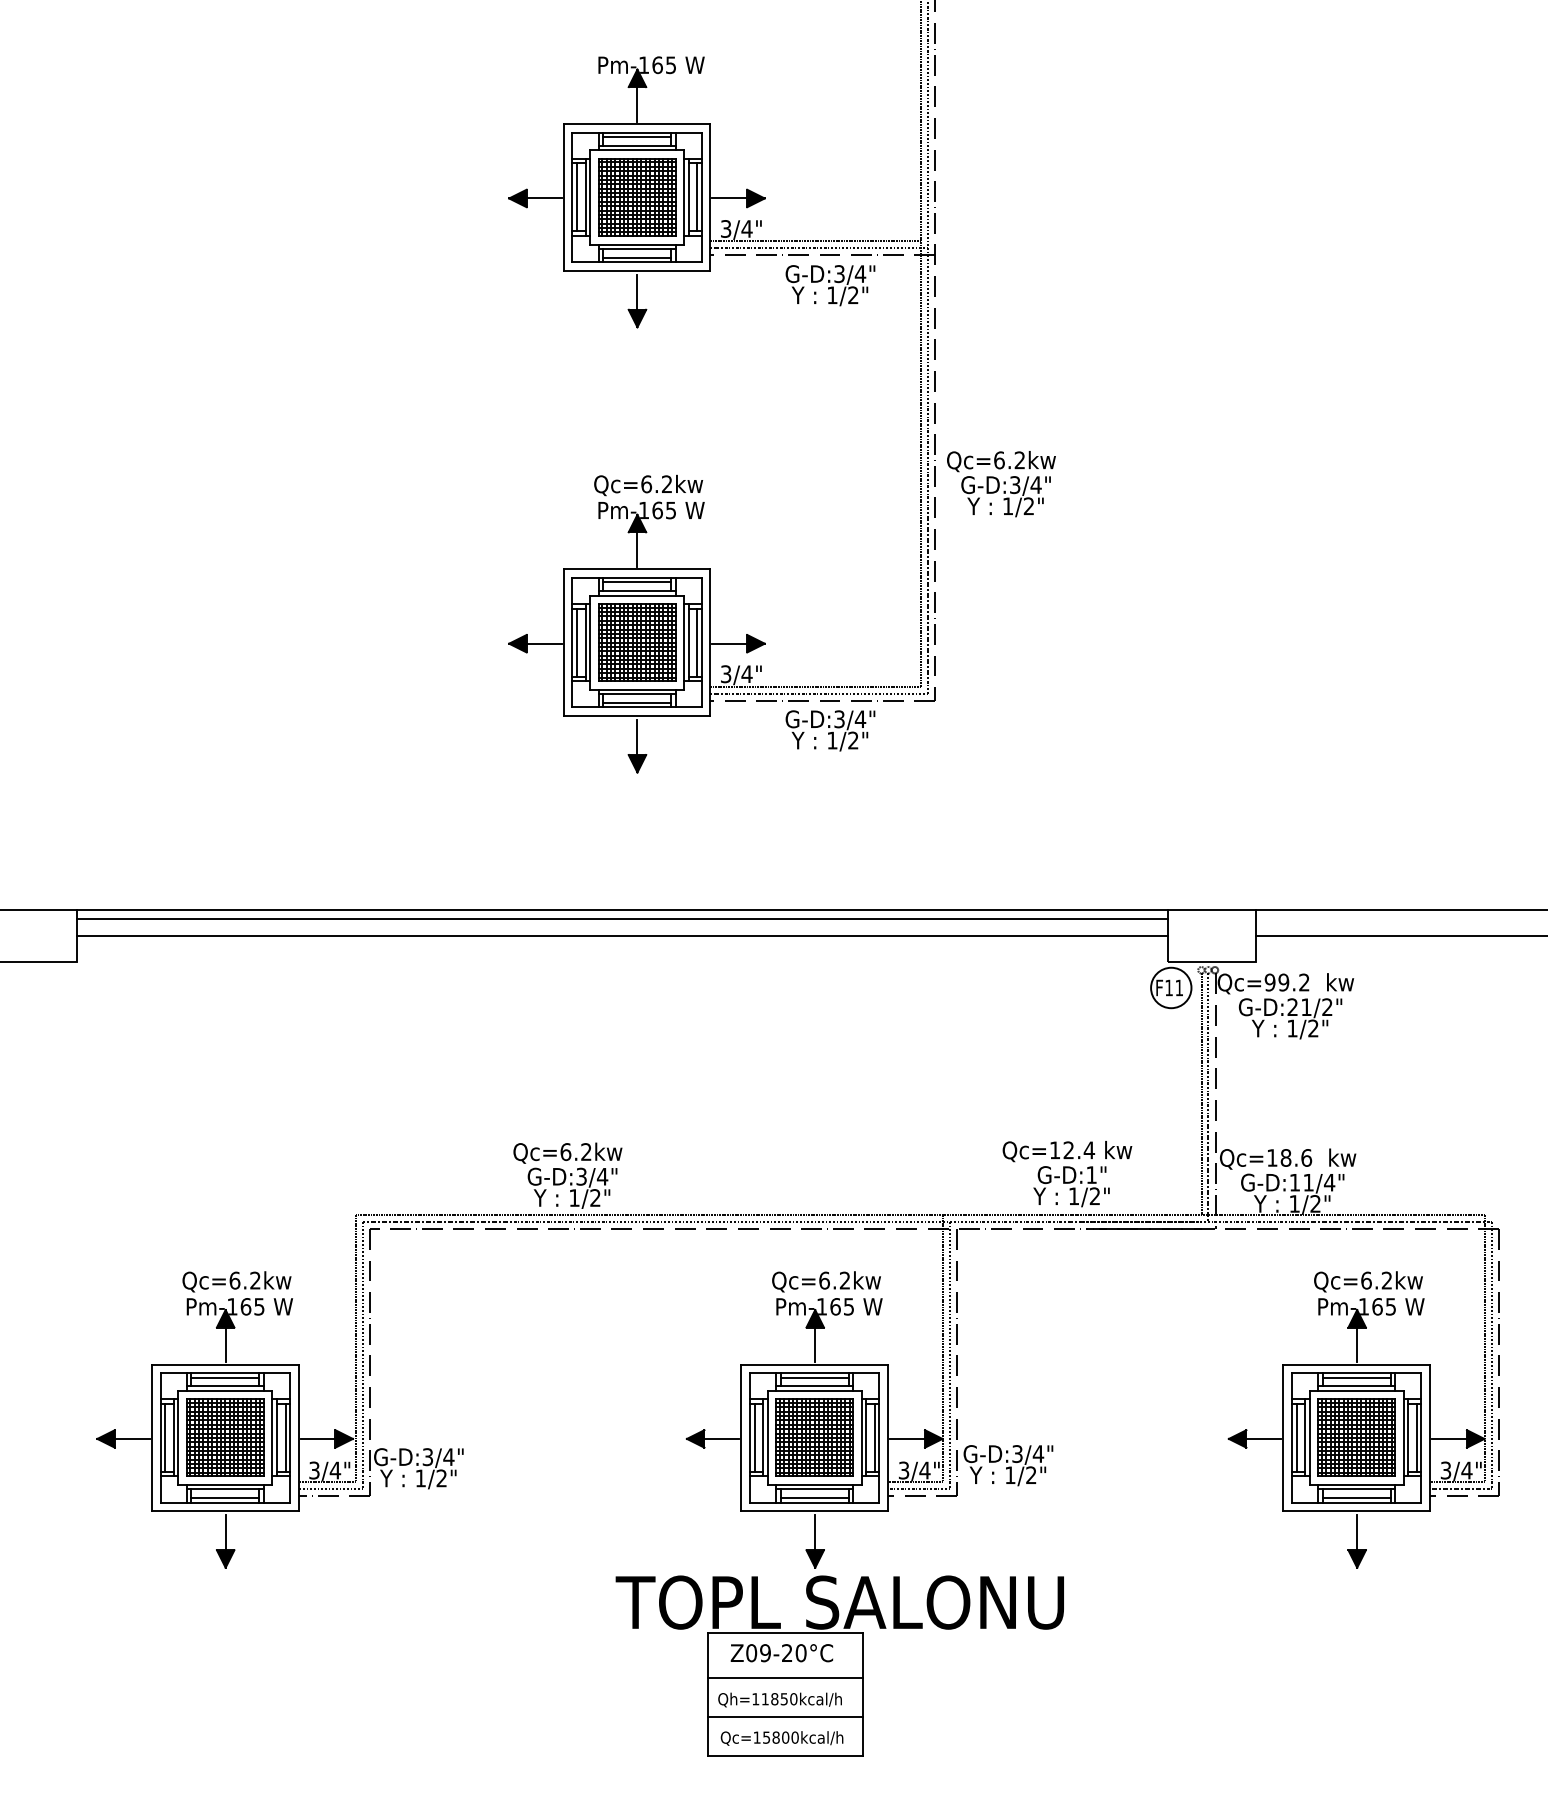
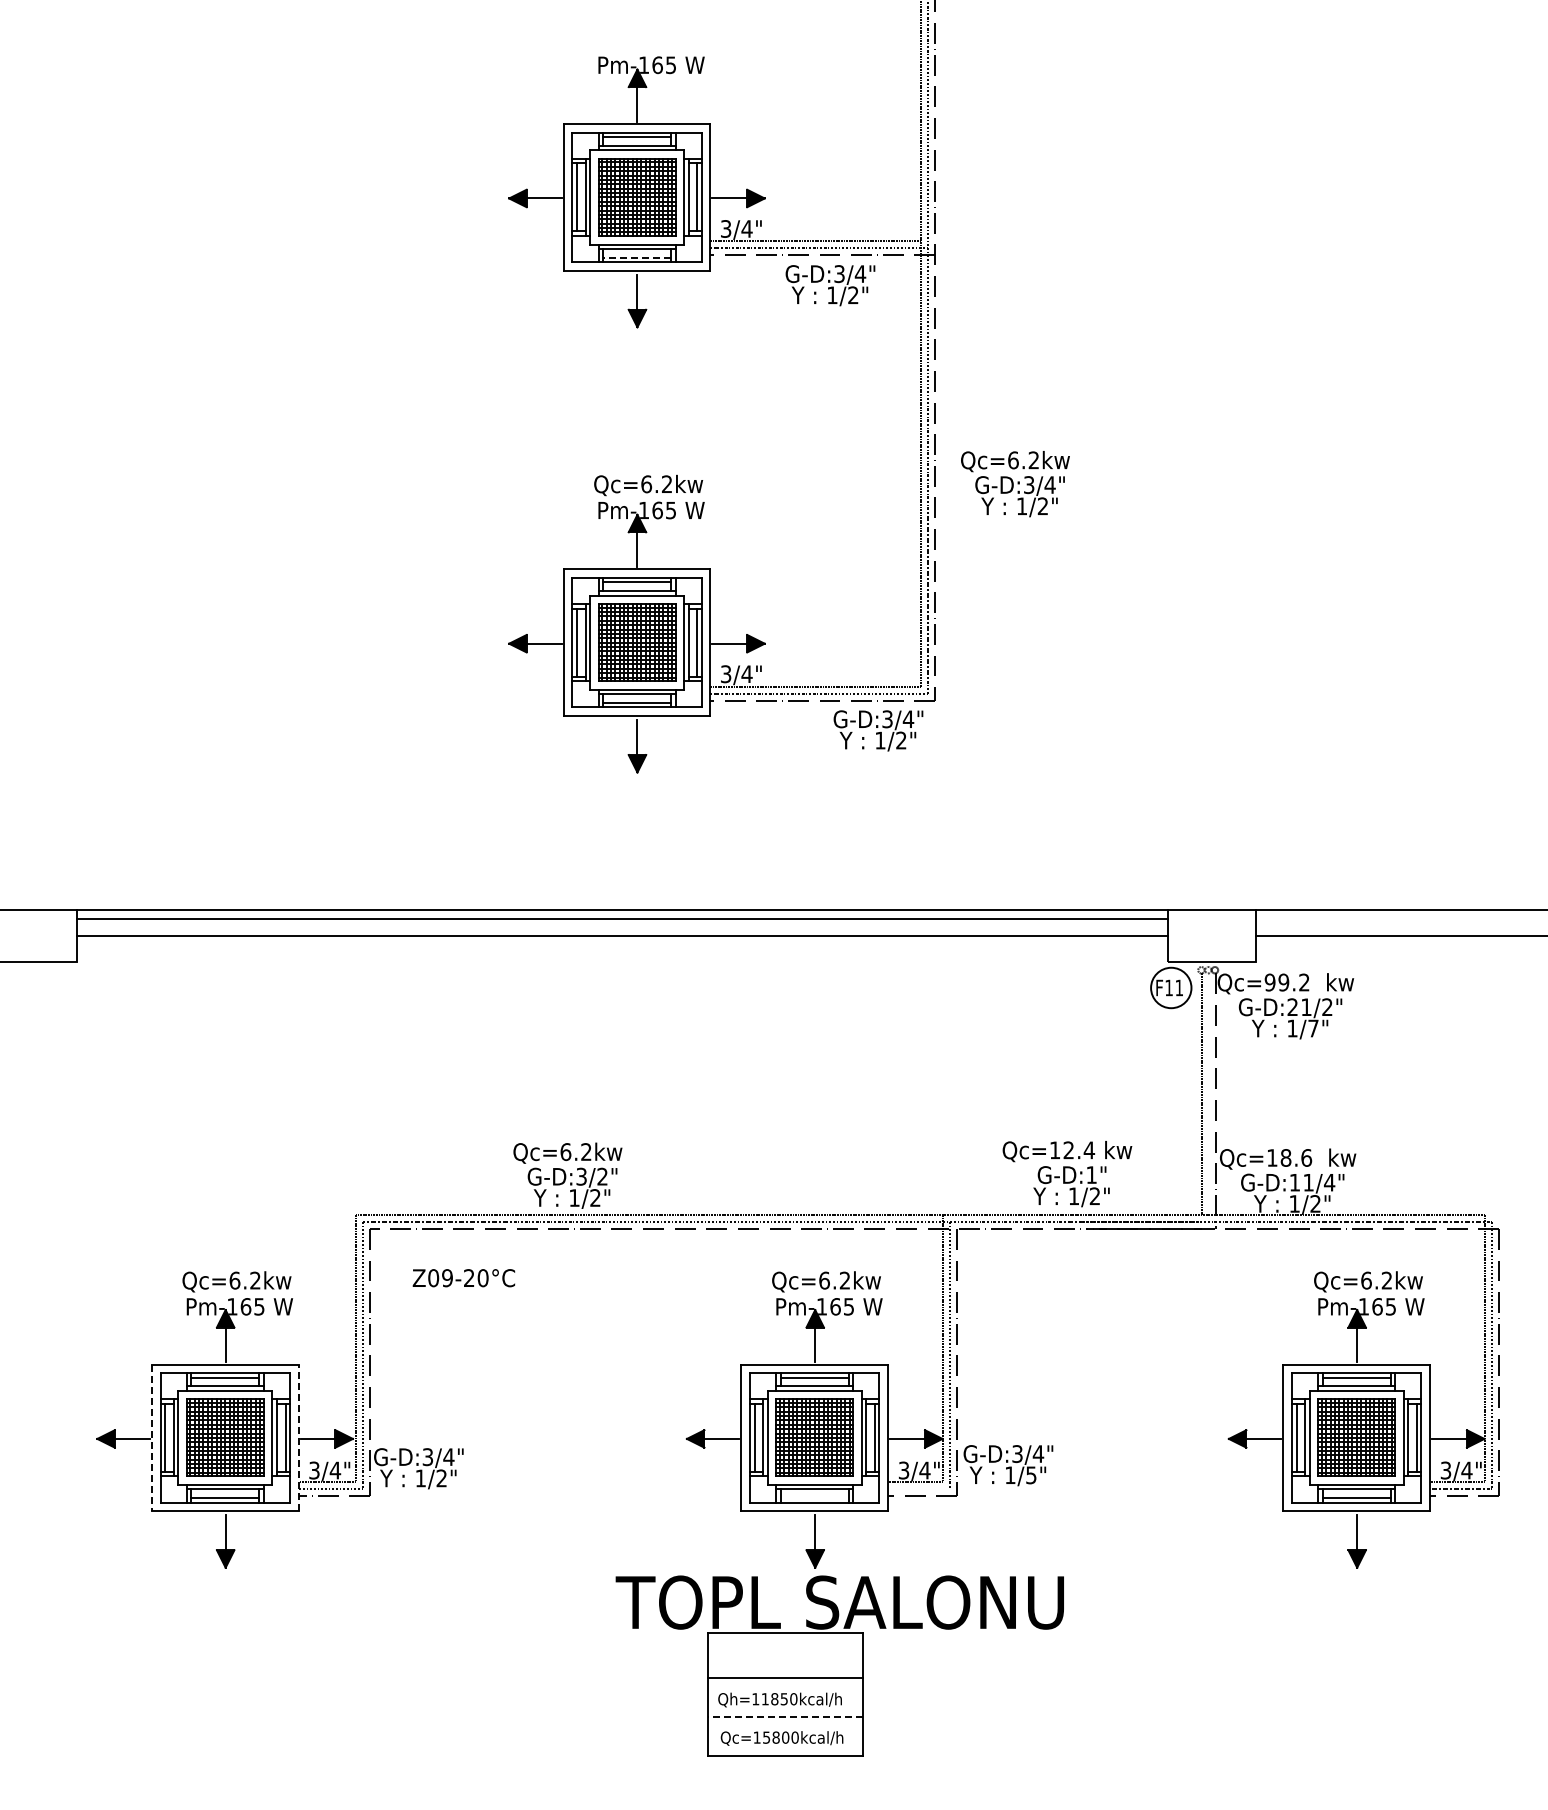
line at (636, 257): solid -> dashed
text at (1001, 484) position: (1001, 484) -> (1015, 484)
text at (830, 730) position: (830, 730) -> (878, 730)
text at (1313, 1028): 1/2" -> 1/7"
line at (1208, 1097): present -> none
text at (602, 1176): G-D:3/4" -> G-D:3/2"
line at (298, 1437): solid -> dashed
line at (151, 1438): solid -> dashed
text at (1031, 1475): 1/2" -> 1/5"
line at (919, 1488): present -> none
line at (814, 1498): present -> none
text at (781, 1653) position: (781, 1653) -> (463, 1278)
line at (785, 1716): solid -> dashed
